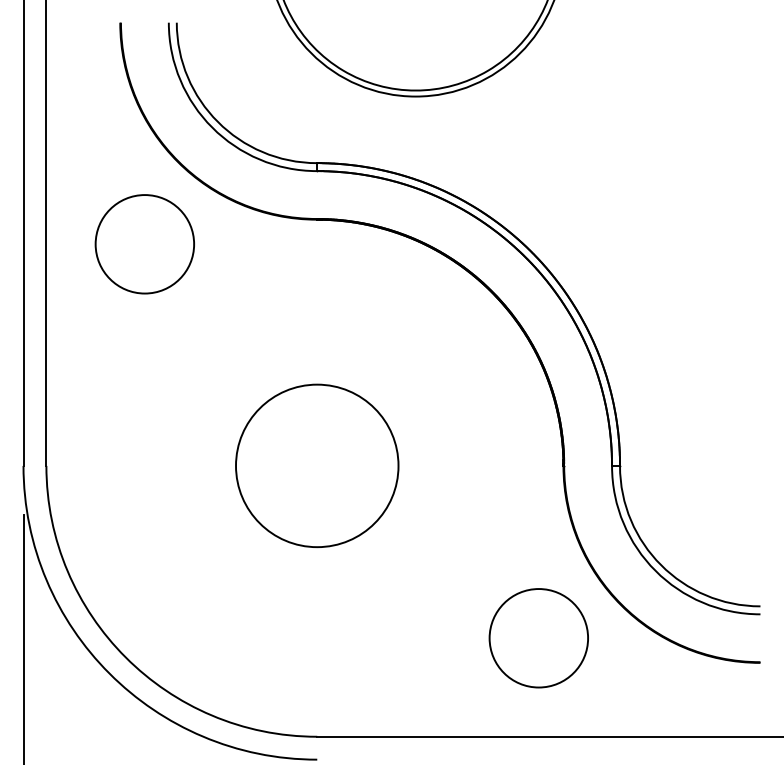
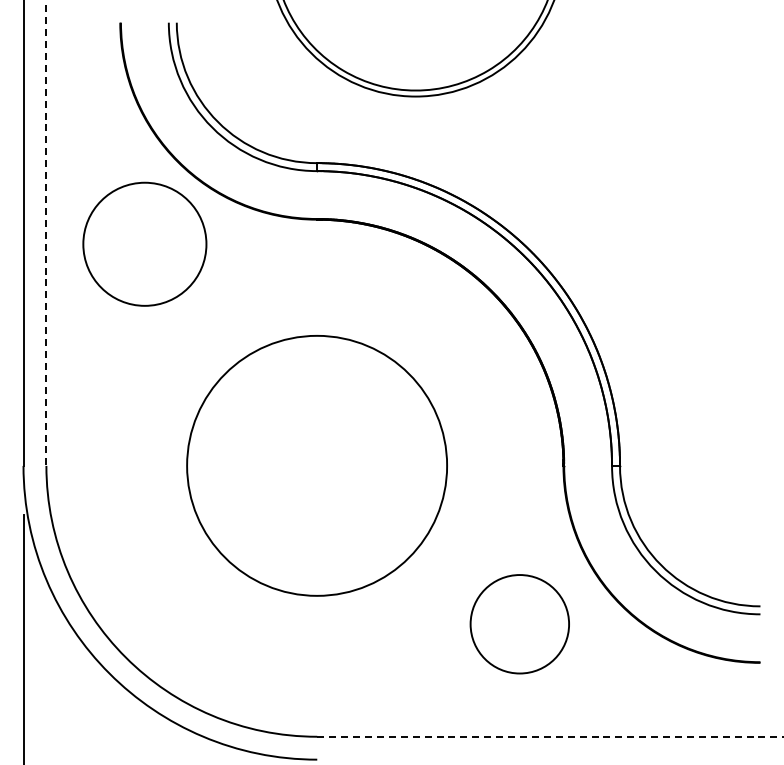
line at (46, 233): solid -> dashed
circle at (144, 244) diameter: 98 px -> 123 px
circle at (317, 465) size: 165x166 px -> 262x262 px
circle at (538, 638) position: (538, 638) -> (519, 624)
line at (551, 736): solid -> dashed
